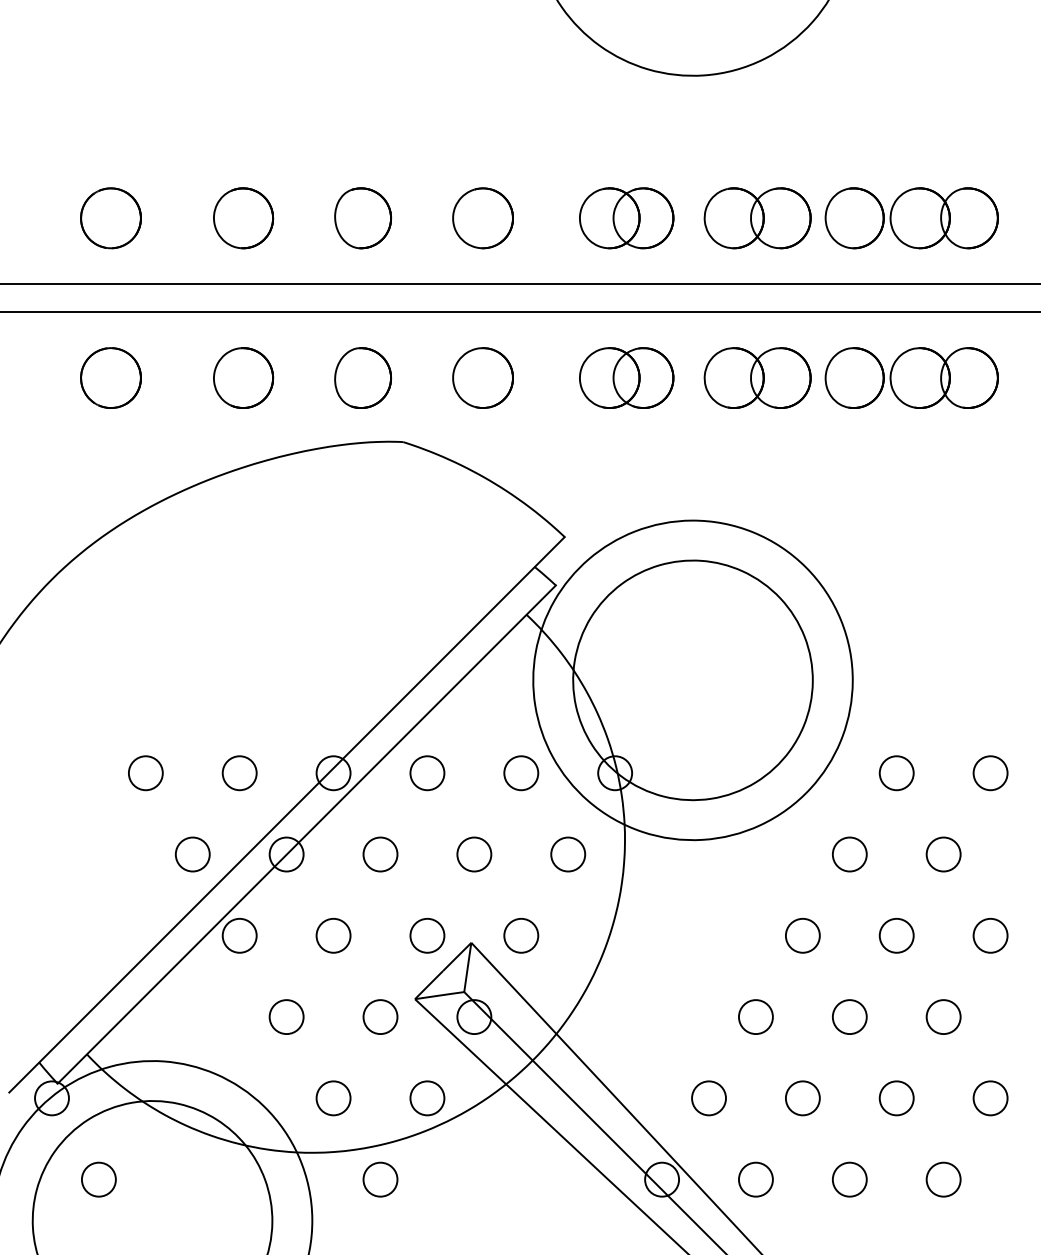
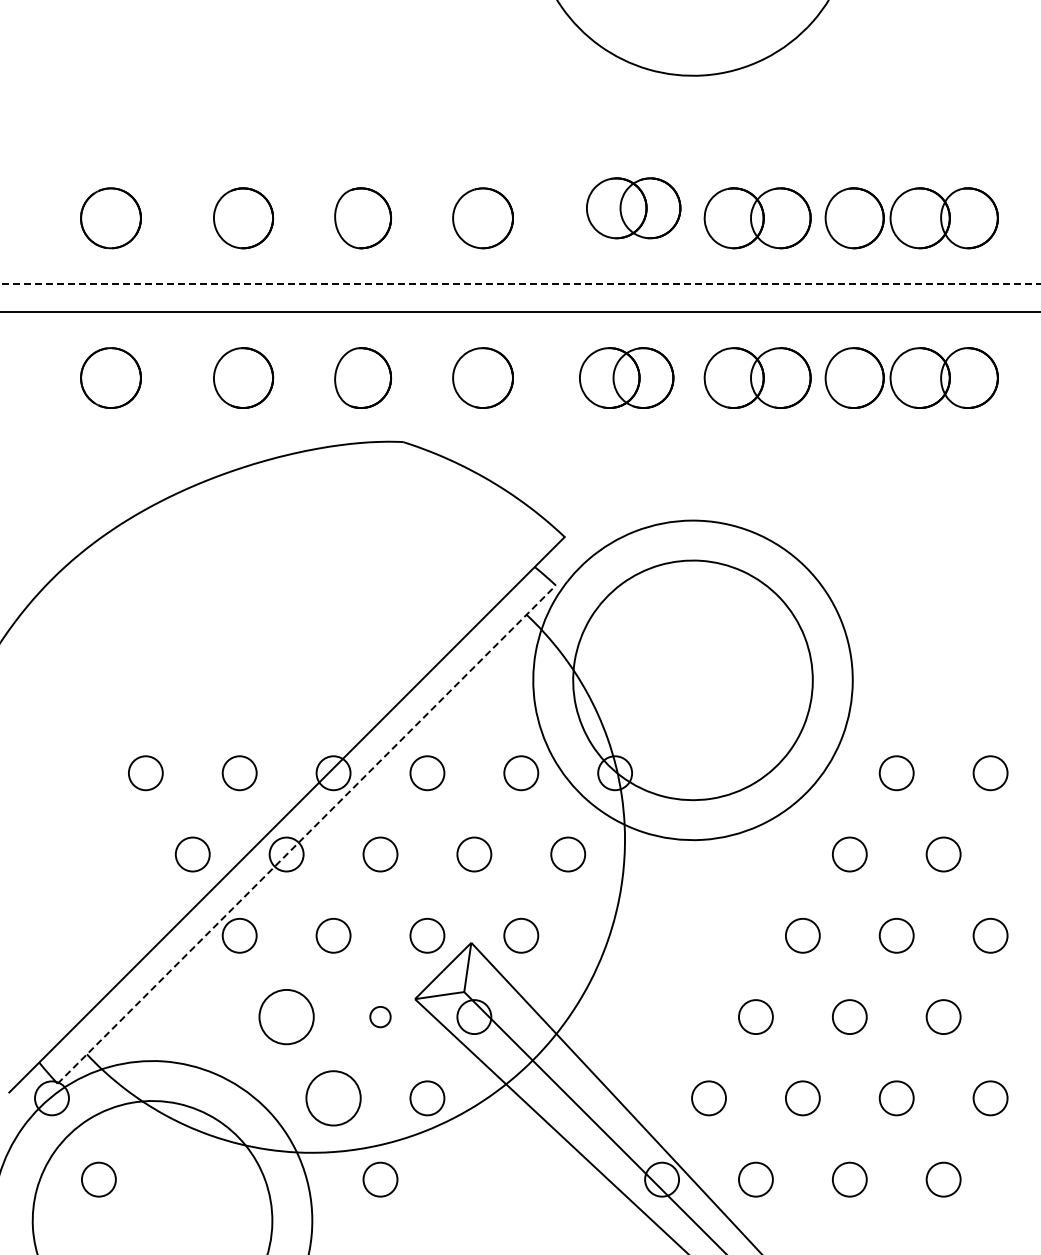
part at (626, 218) position: (626, 218) -> (633, 208)
line at (521, 284): solid -> dashed
line at (307, 834): solid -> dashed
circle at (286, 1017) diameter: 34 px -> 54 px
circle at (380, 1017) diameter: 34 px -> 20 px
circle at (333, 1098) diameter: 34 px -> 54 px
